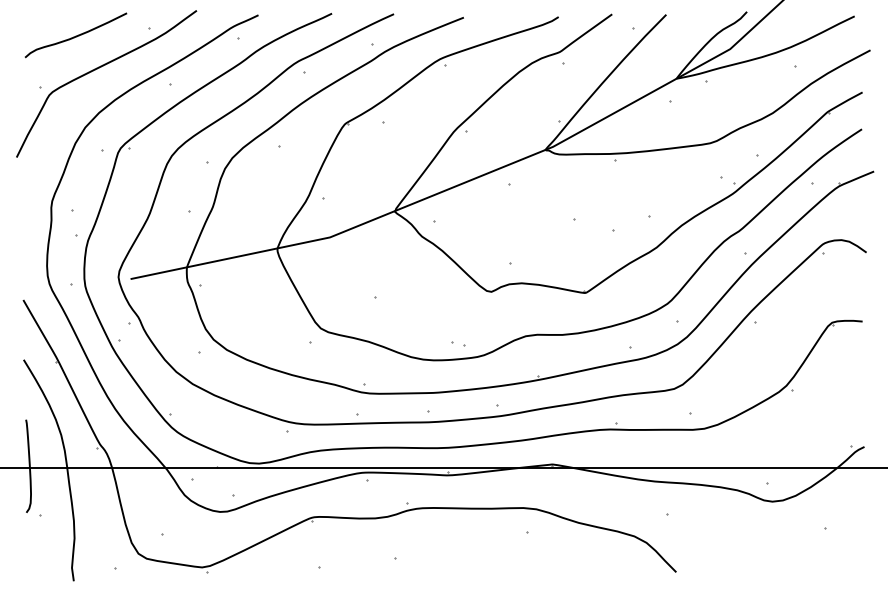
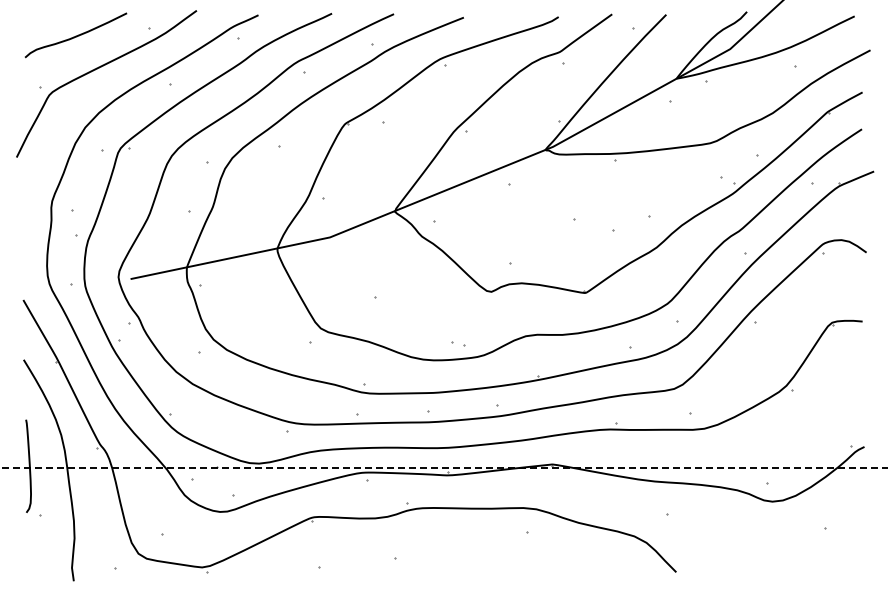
line at (443, 467): solid -> dashed
